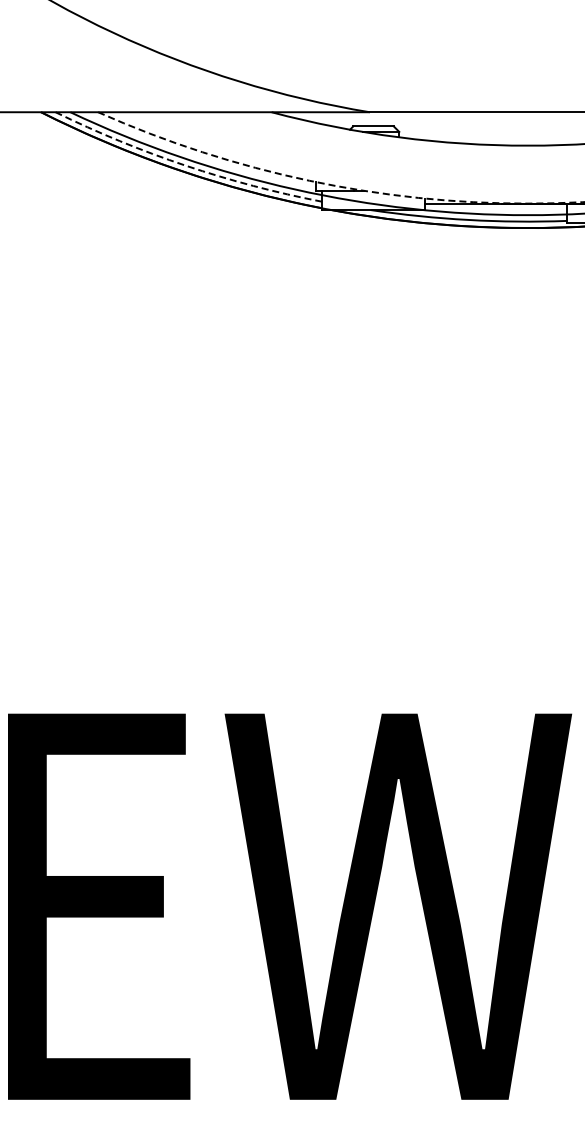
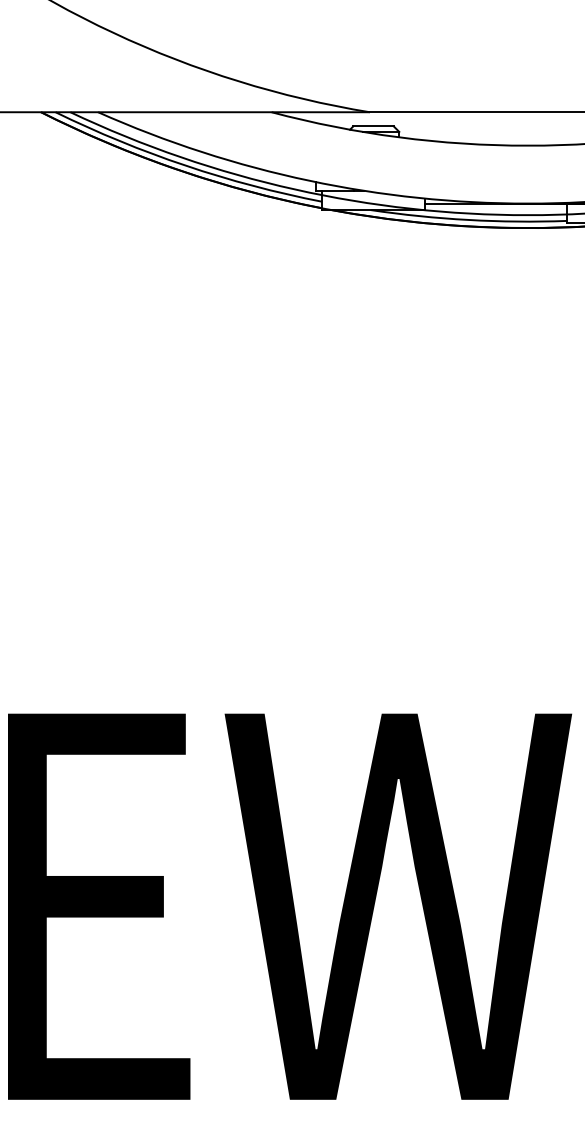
arc at (185, 165): dashed -> solid
arc at (334, 185): dashed -> solid
